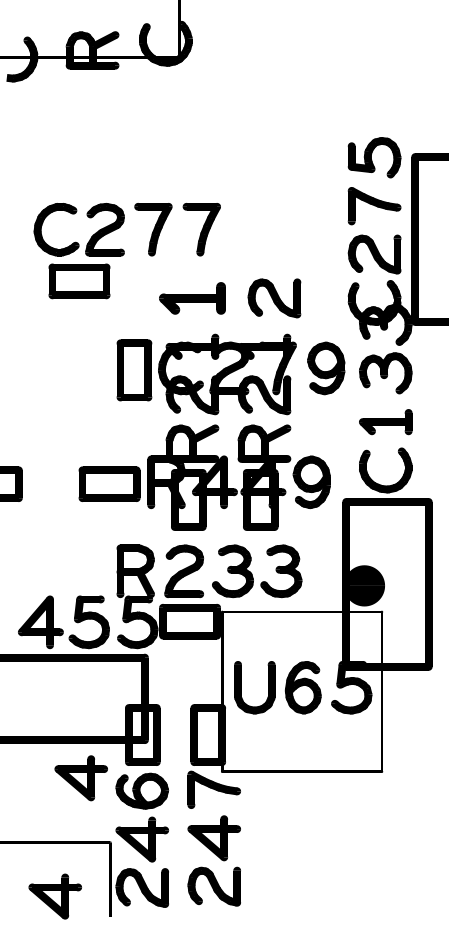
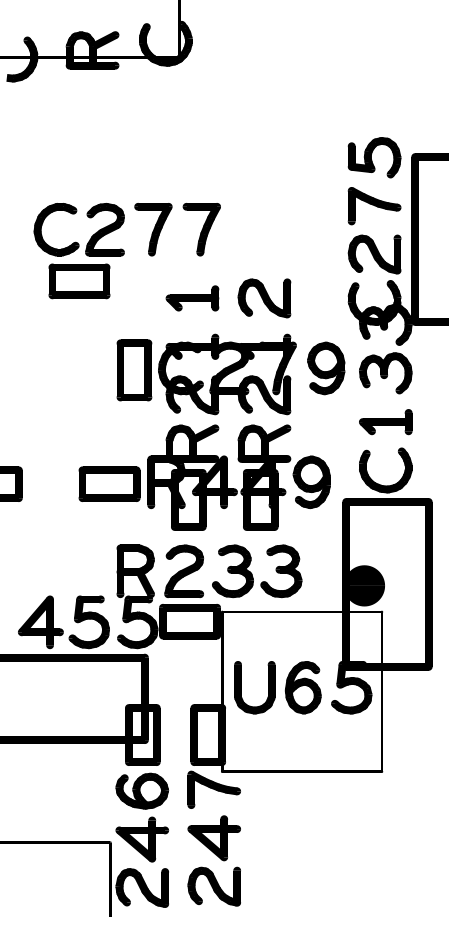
part at (192, 298) size: 67x33 px -> 55x27 px
part at (274, 298) position: (274, 298) -> (264, 298)
part at (80, 778): present -> none
part at (55, 896): present -> none
